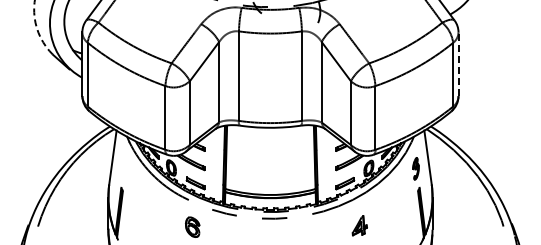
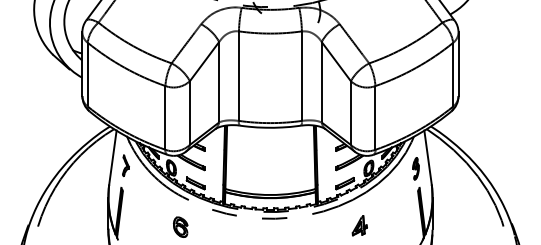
arc at (37, 29): dashed -> solid
line at (458, 64): dashed -> solid
part at (125, 165): none -> present
part at (192, 226) position: (192, 226) -> (180, 226)
